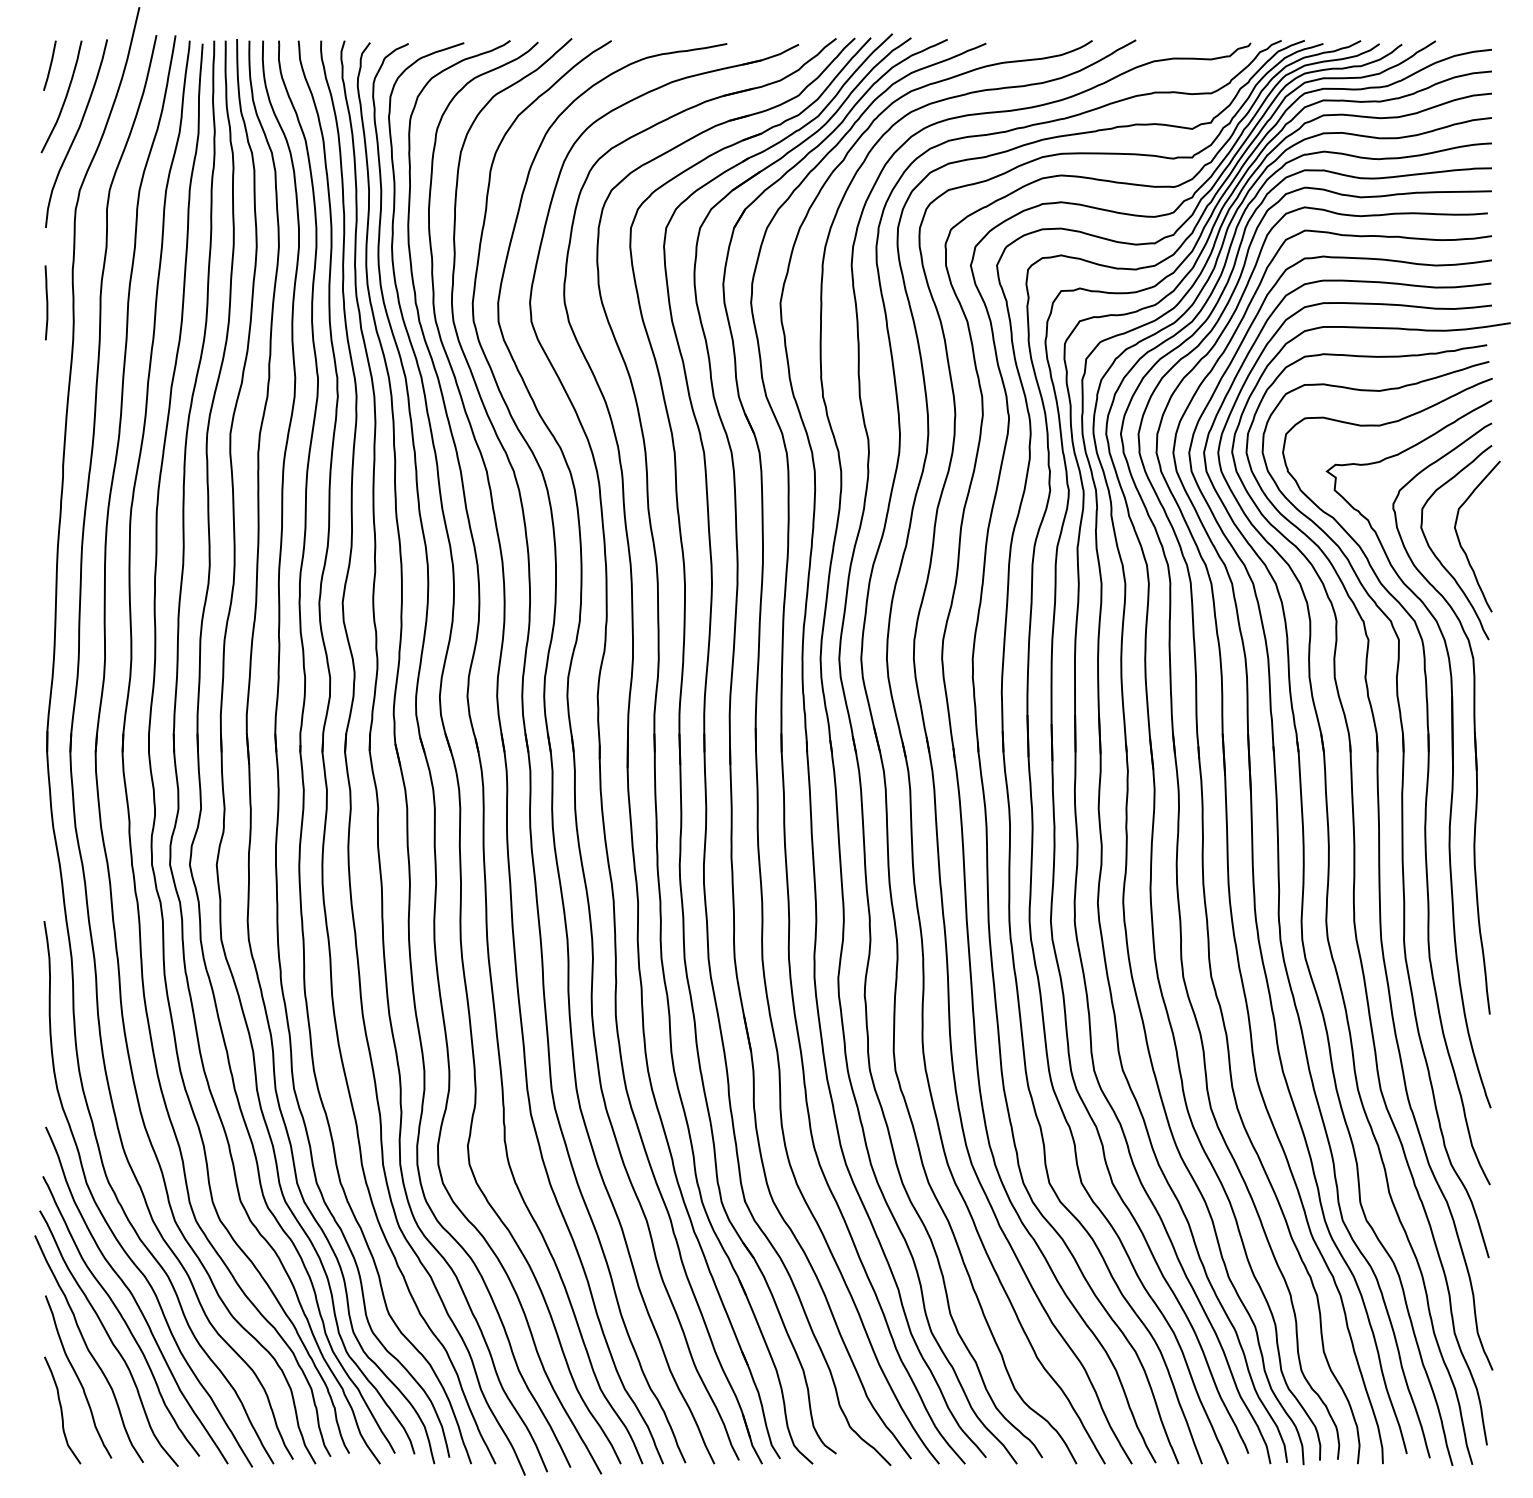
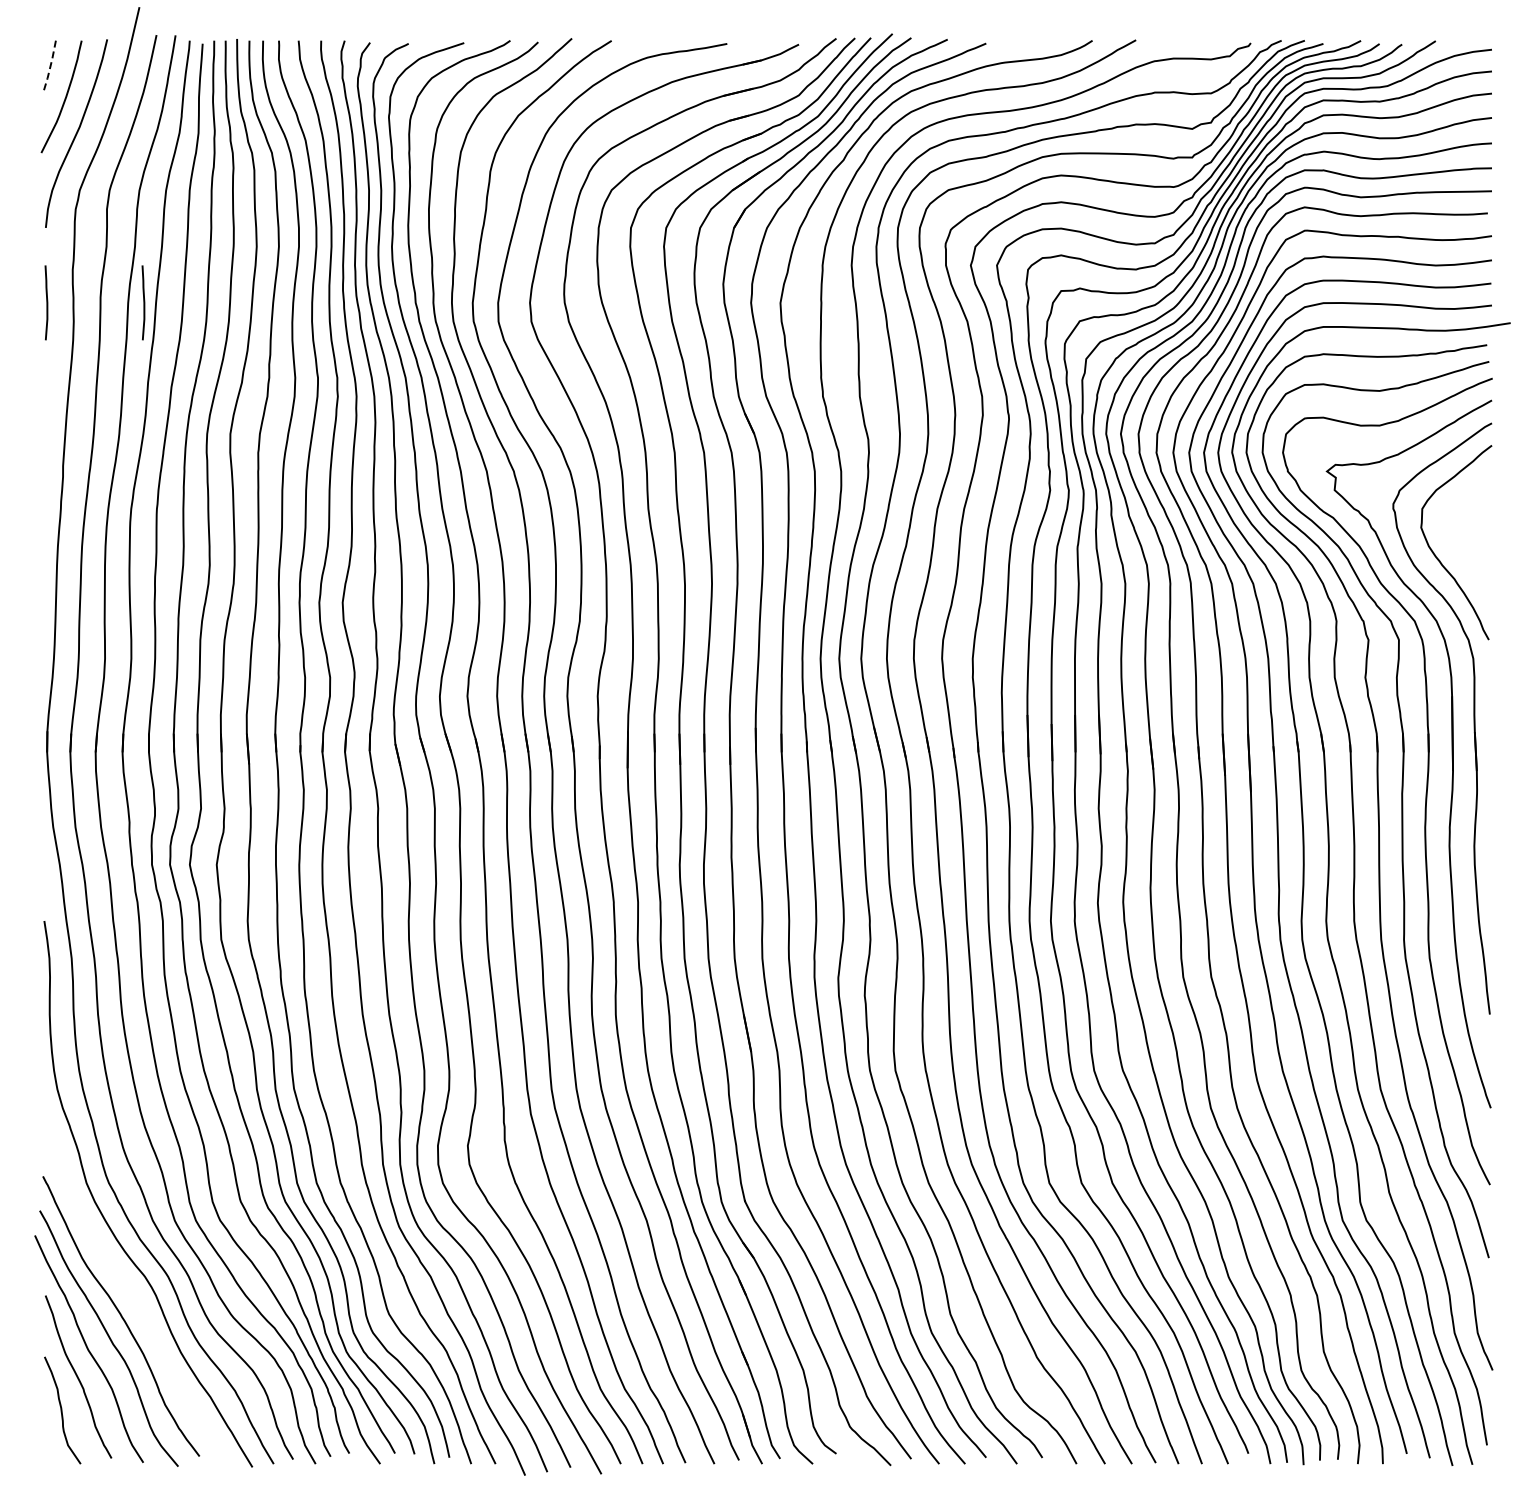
line at (50, 65): solid -> dashed
curve at (143, 302): none -> present
curve at (1460, 541): present -> none
curve at (134, 1296): present -> none
